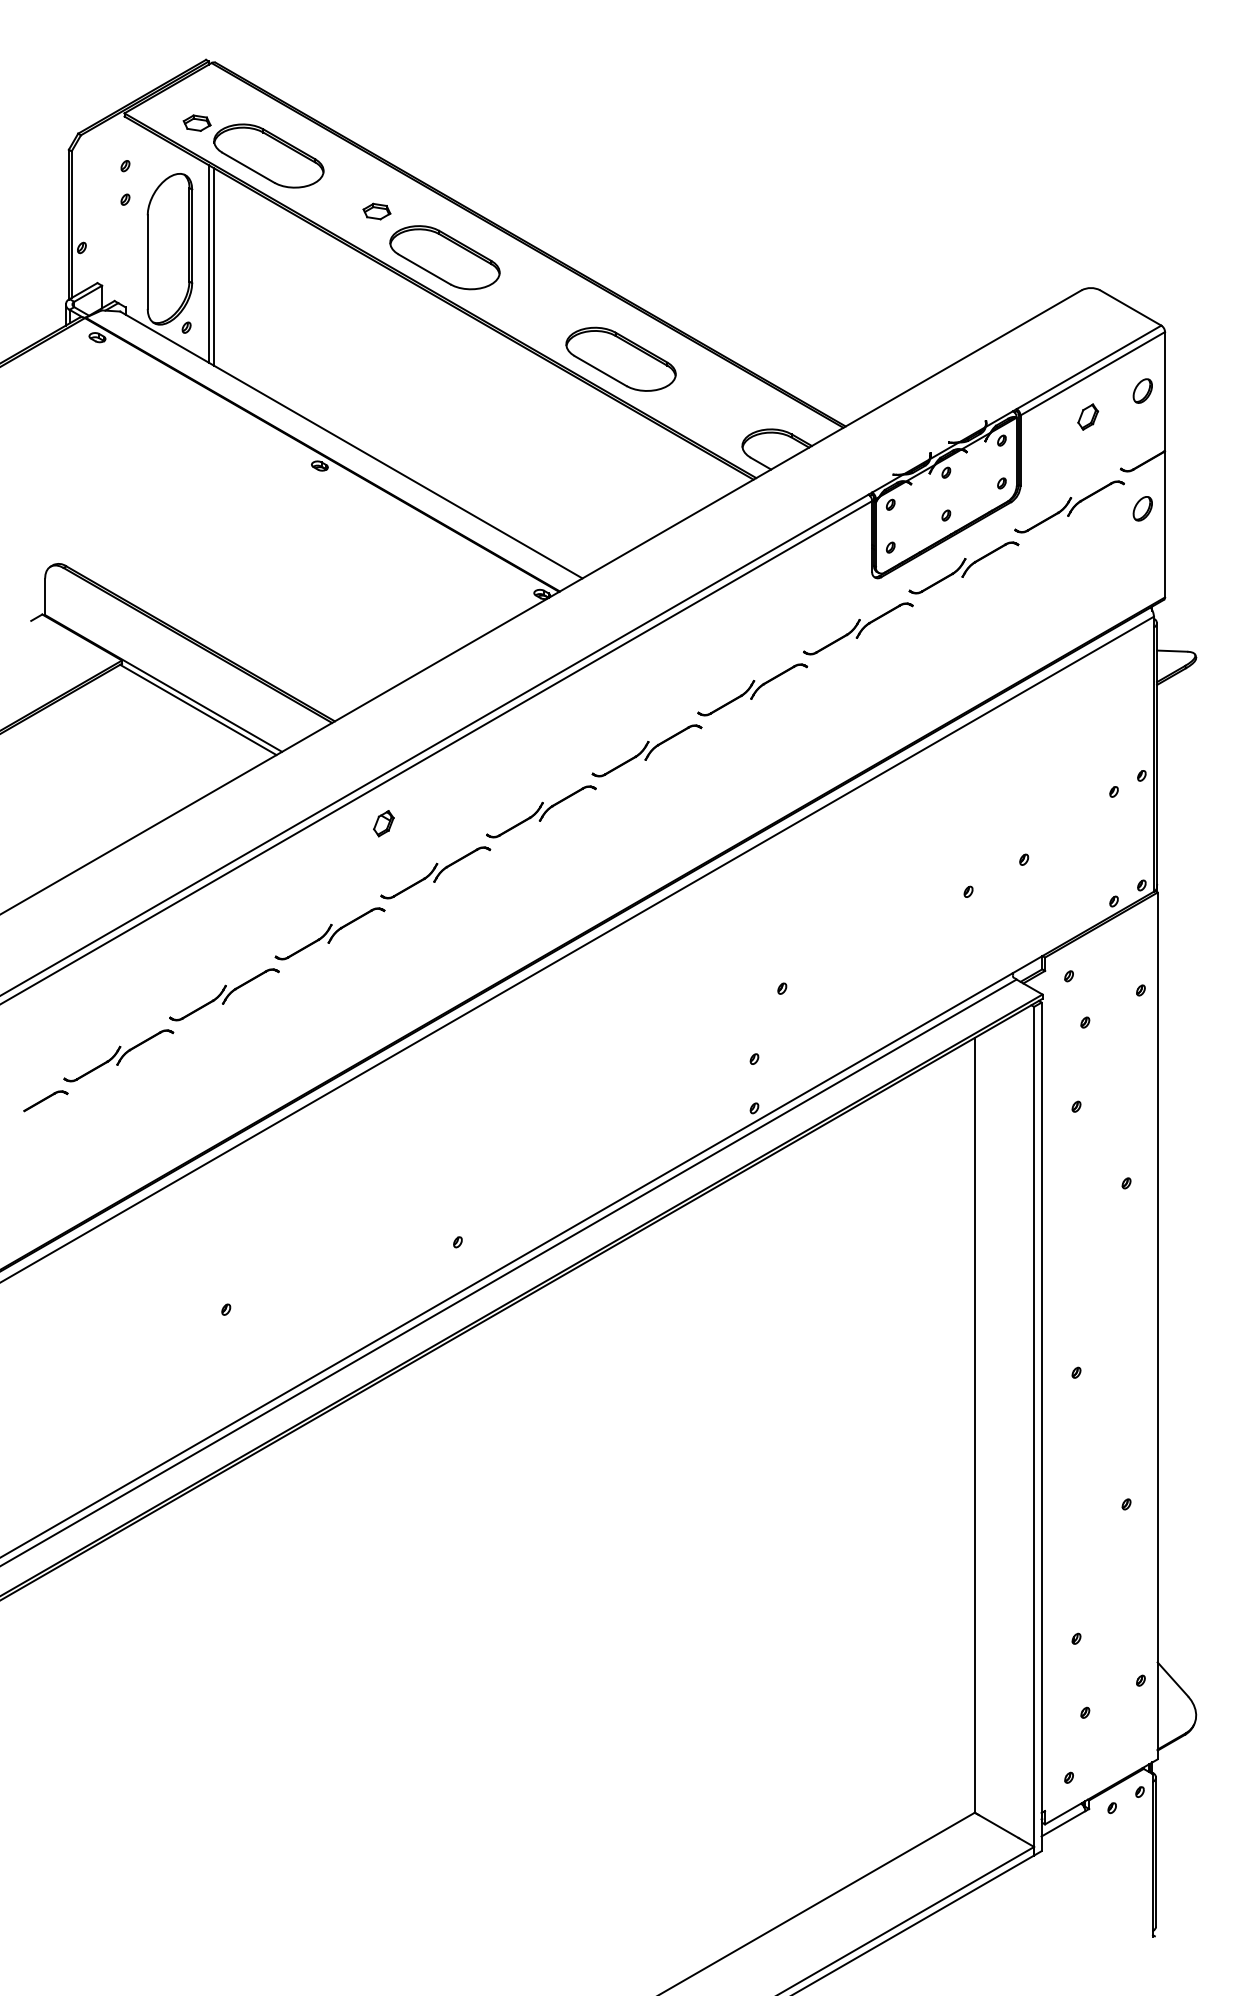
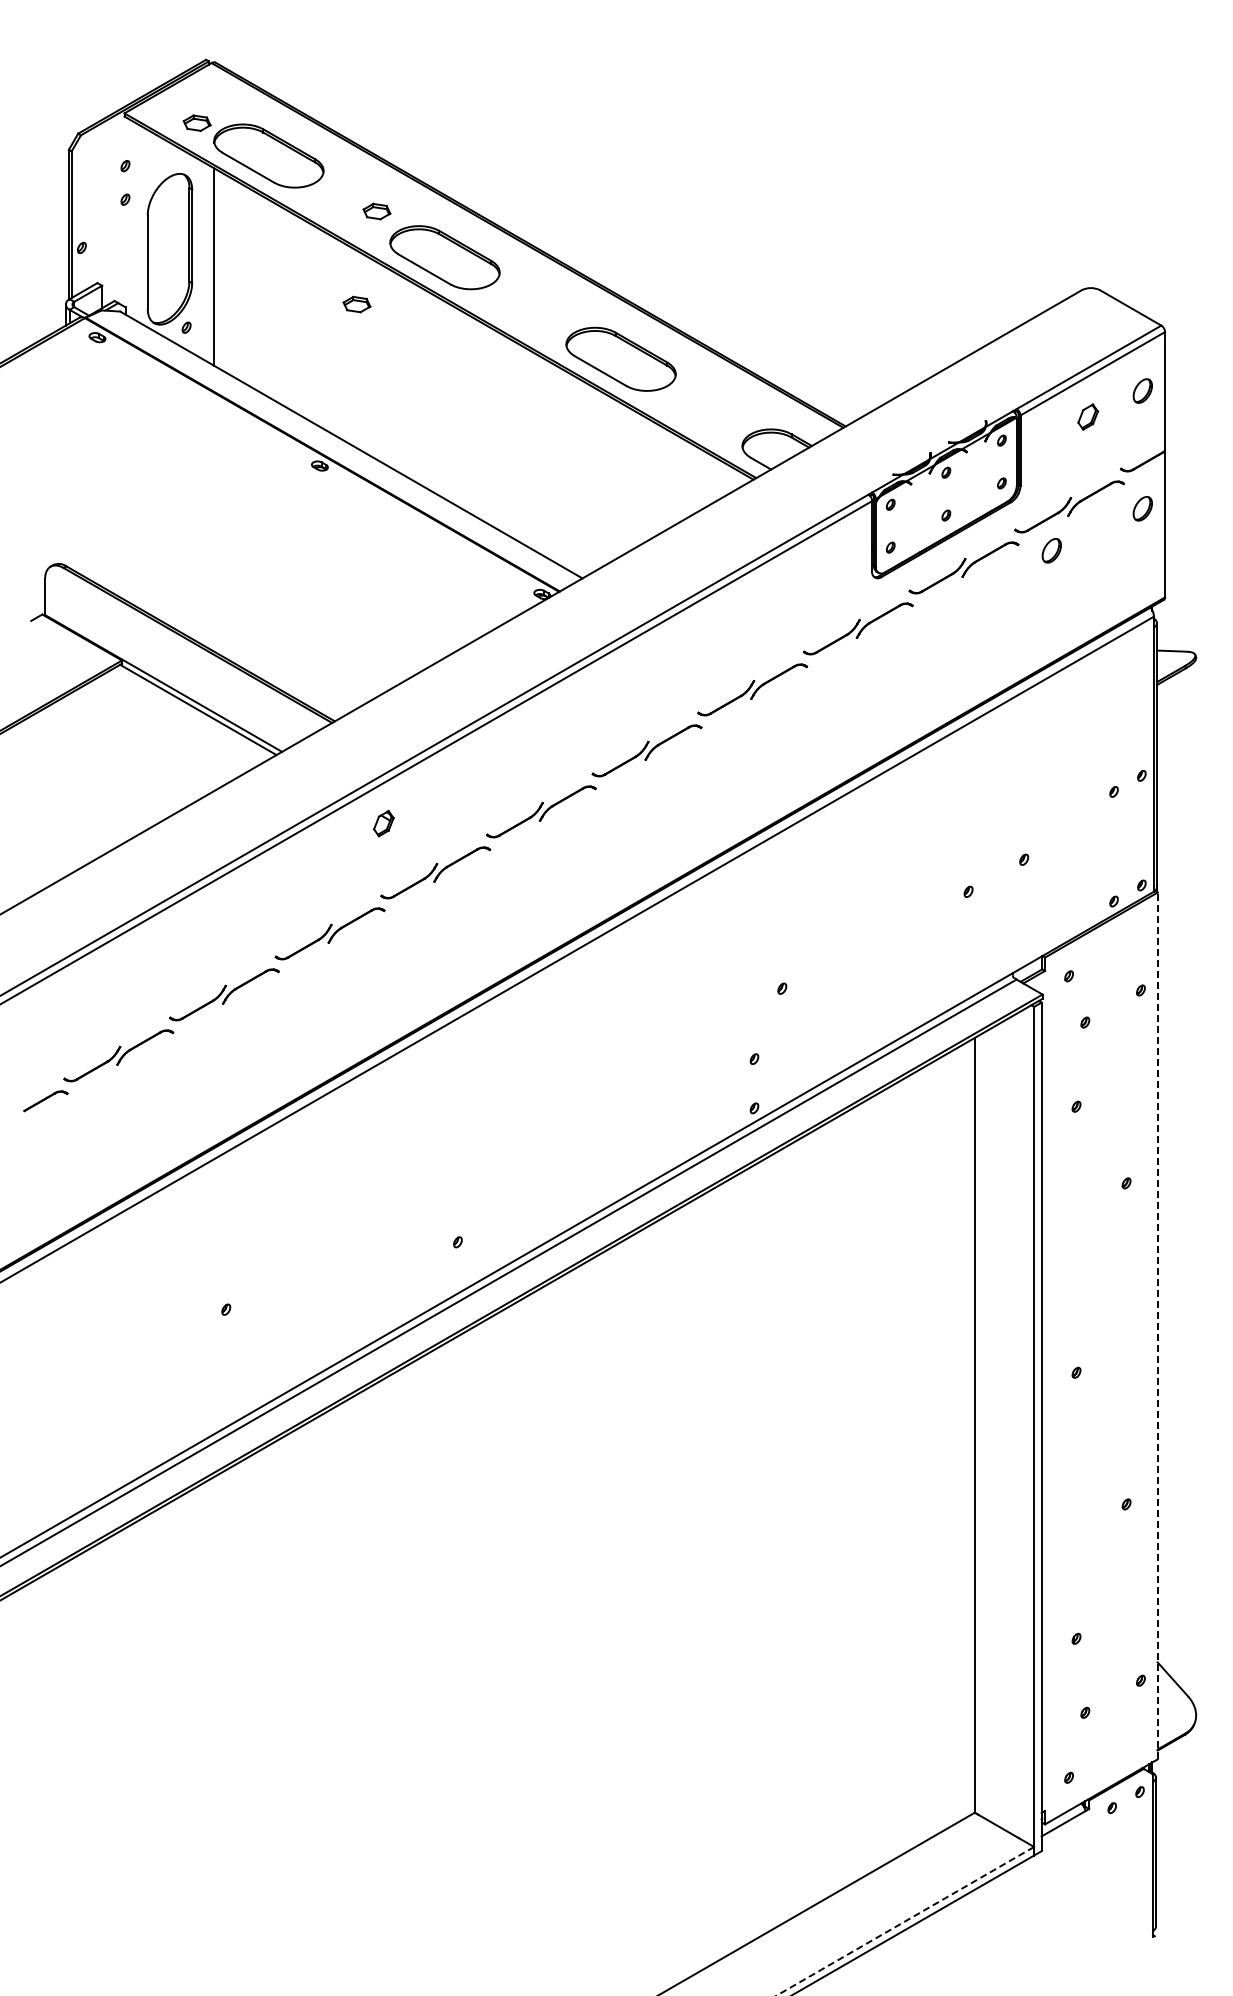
line at (208, 263): present -> none
part at (356, 304): none -> present
part at (1051, 550): none -> present
line at (1157, 1325): solid -> dashed
line at (905, 1921): solid -> dashed
